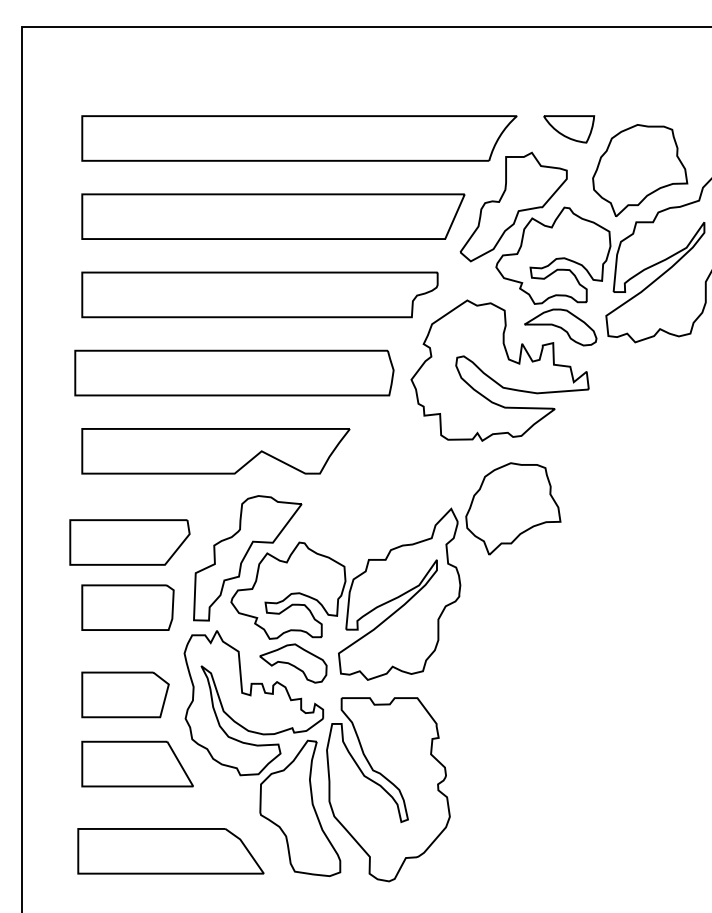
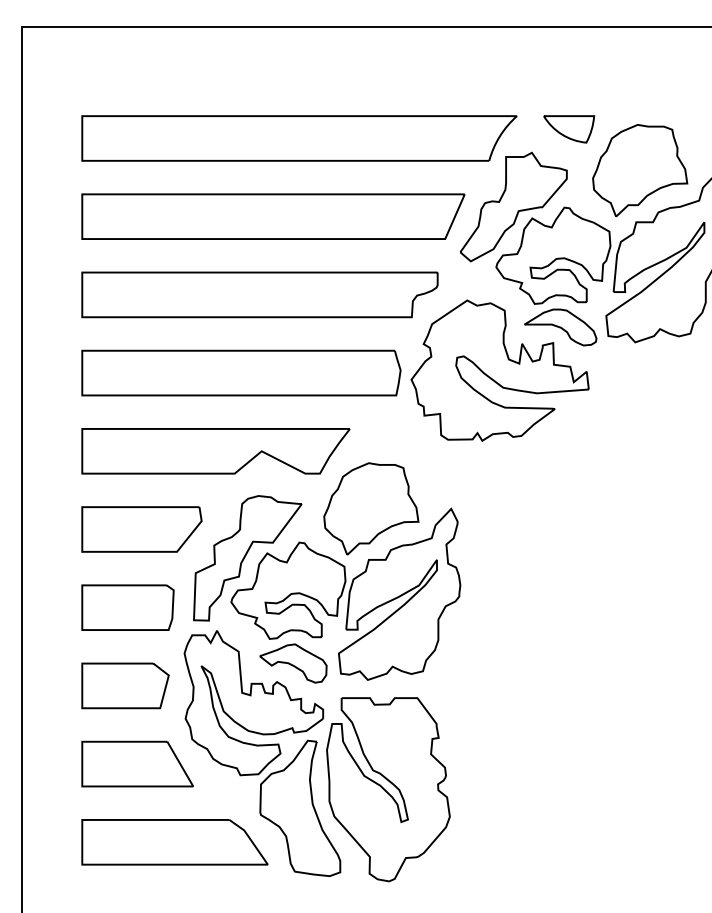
part at (234, 372) position: (234, 372) -> (241, 372)
part at (513, 508) position: (513, 508) -> (371, 508)
part at (129, 542) position: (129, 542) -> (141, 529)
part at (125, 694) position: (125, 694) -> (125, 685)
part at (170, 851) position: (170, 851) -> (174, 842)
